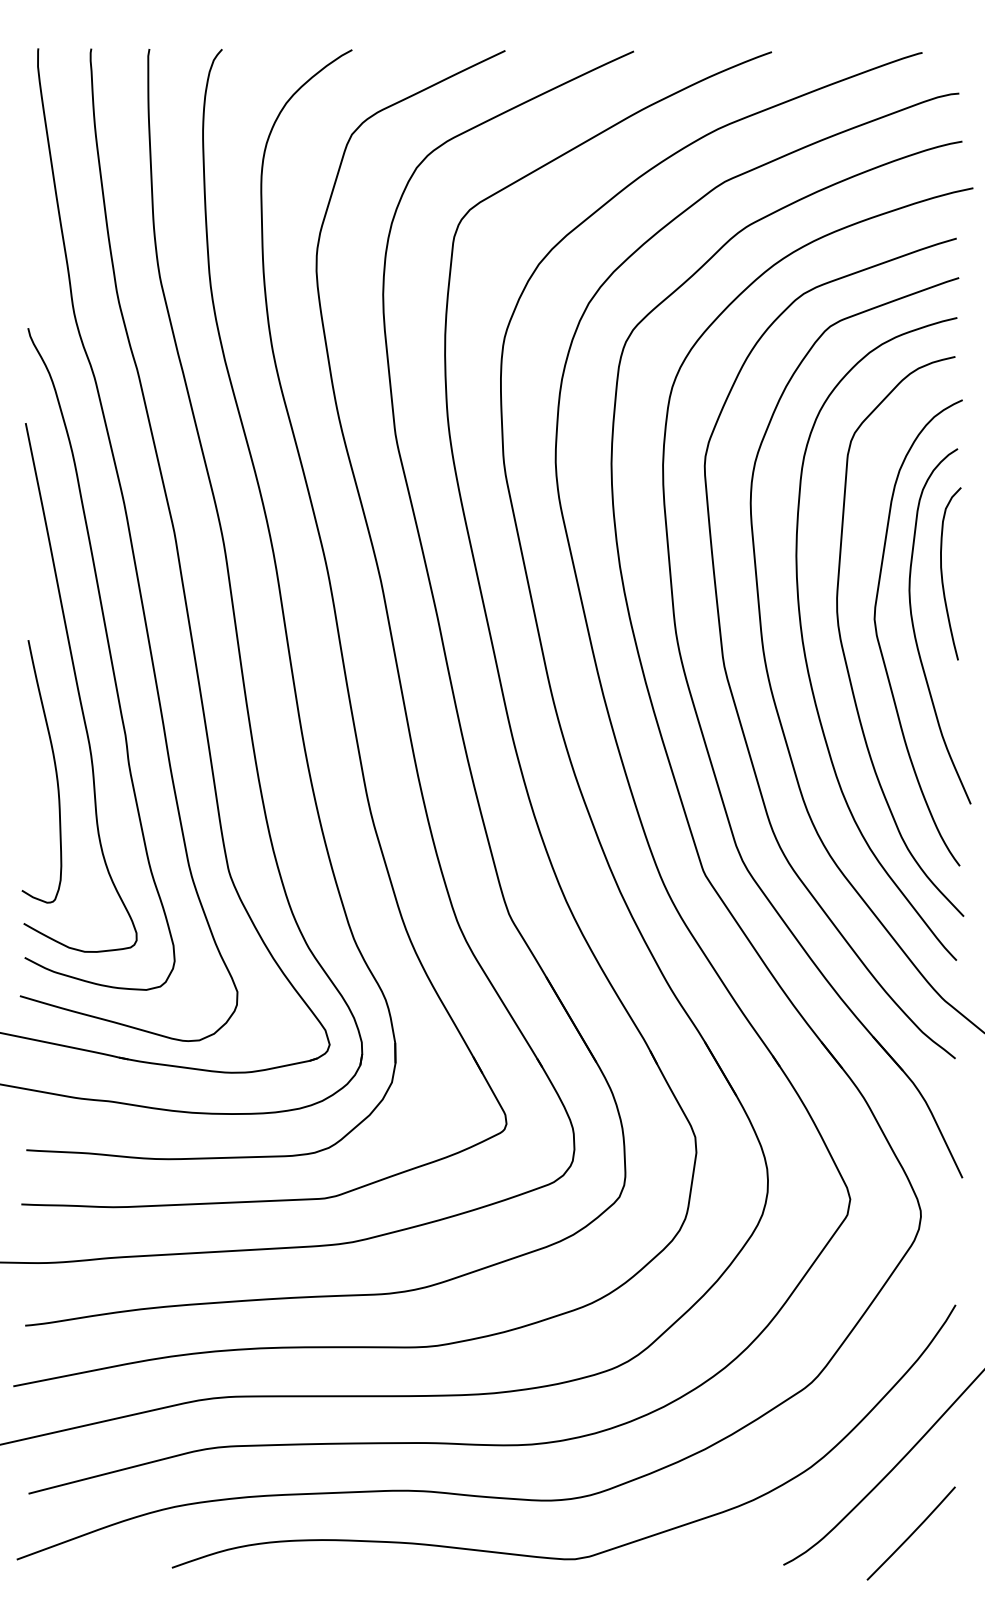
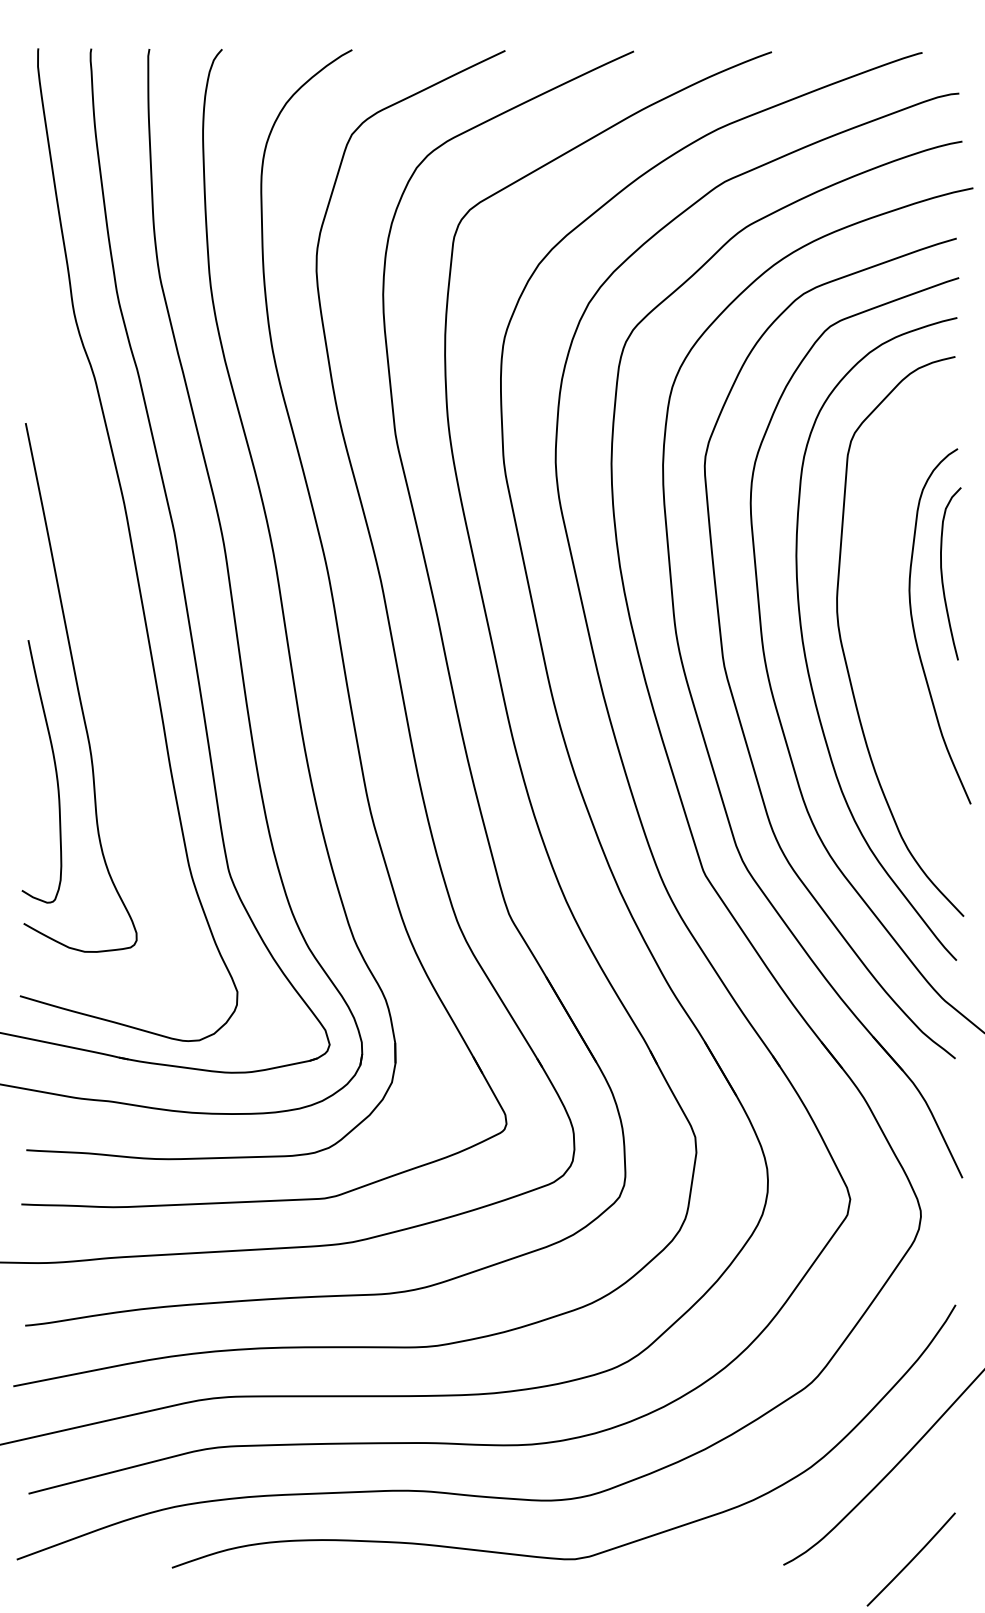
curve at (880, 644): present -> none
curve at (109, 656): present -> none
curve at (911, 1533) position: (911, 1533) -> (911, 1559)
